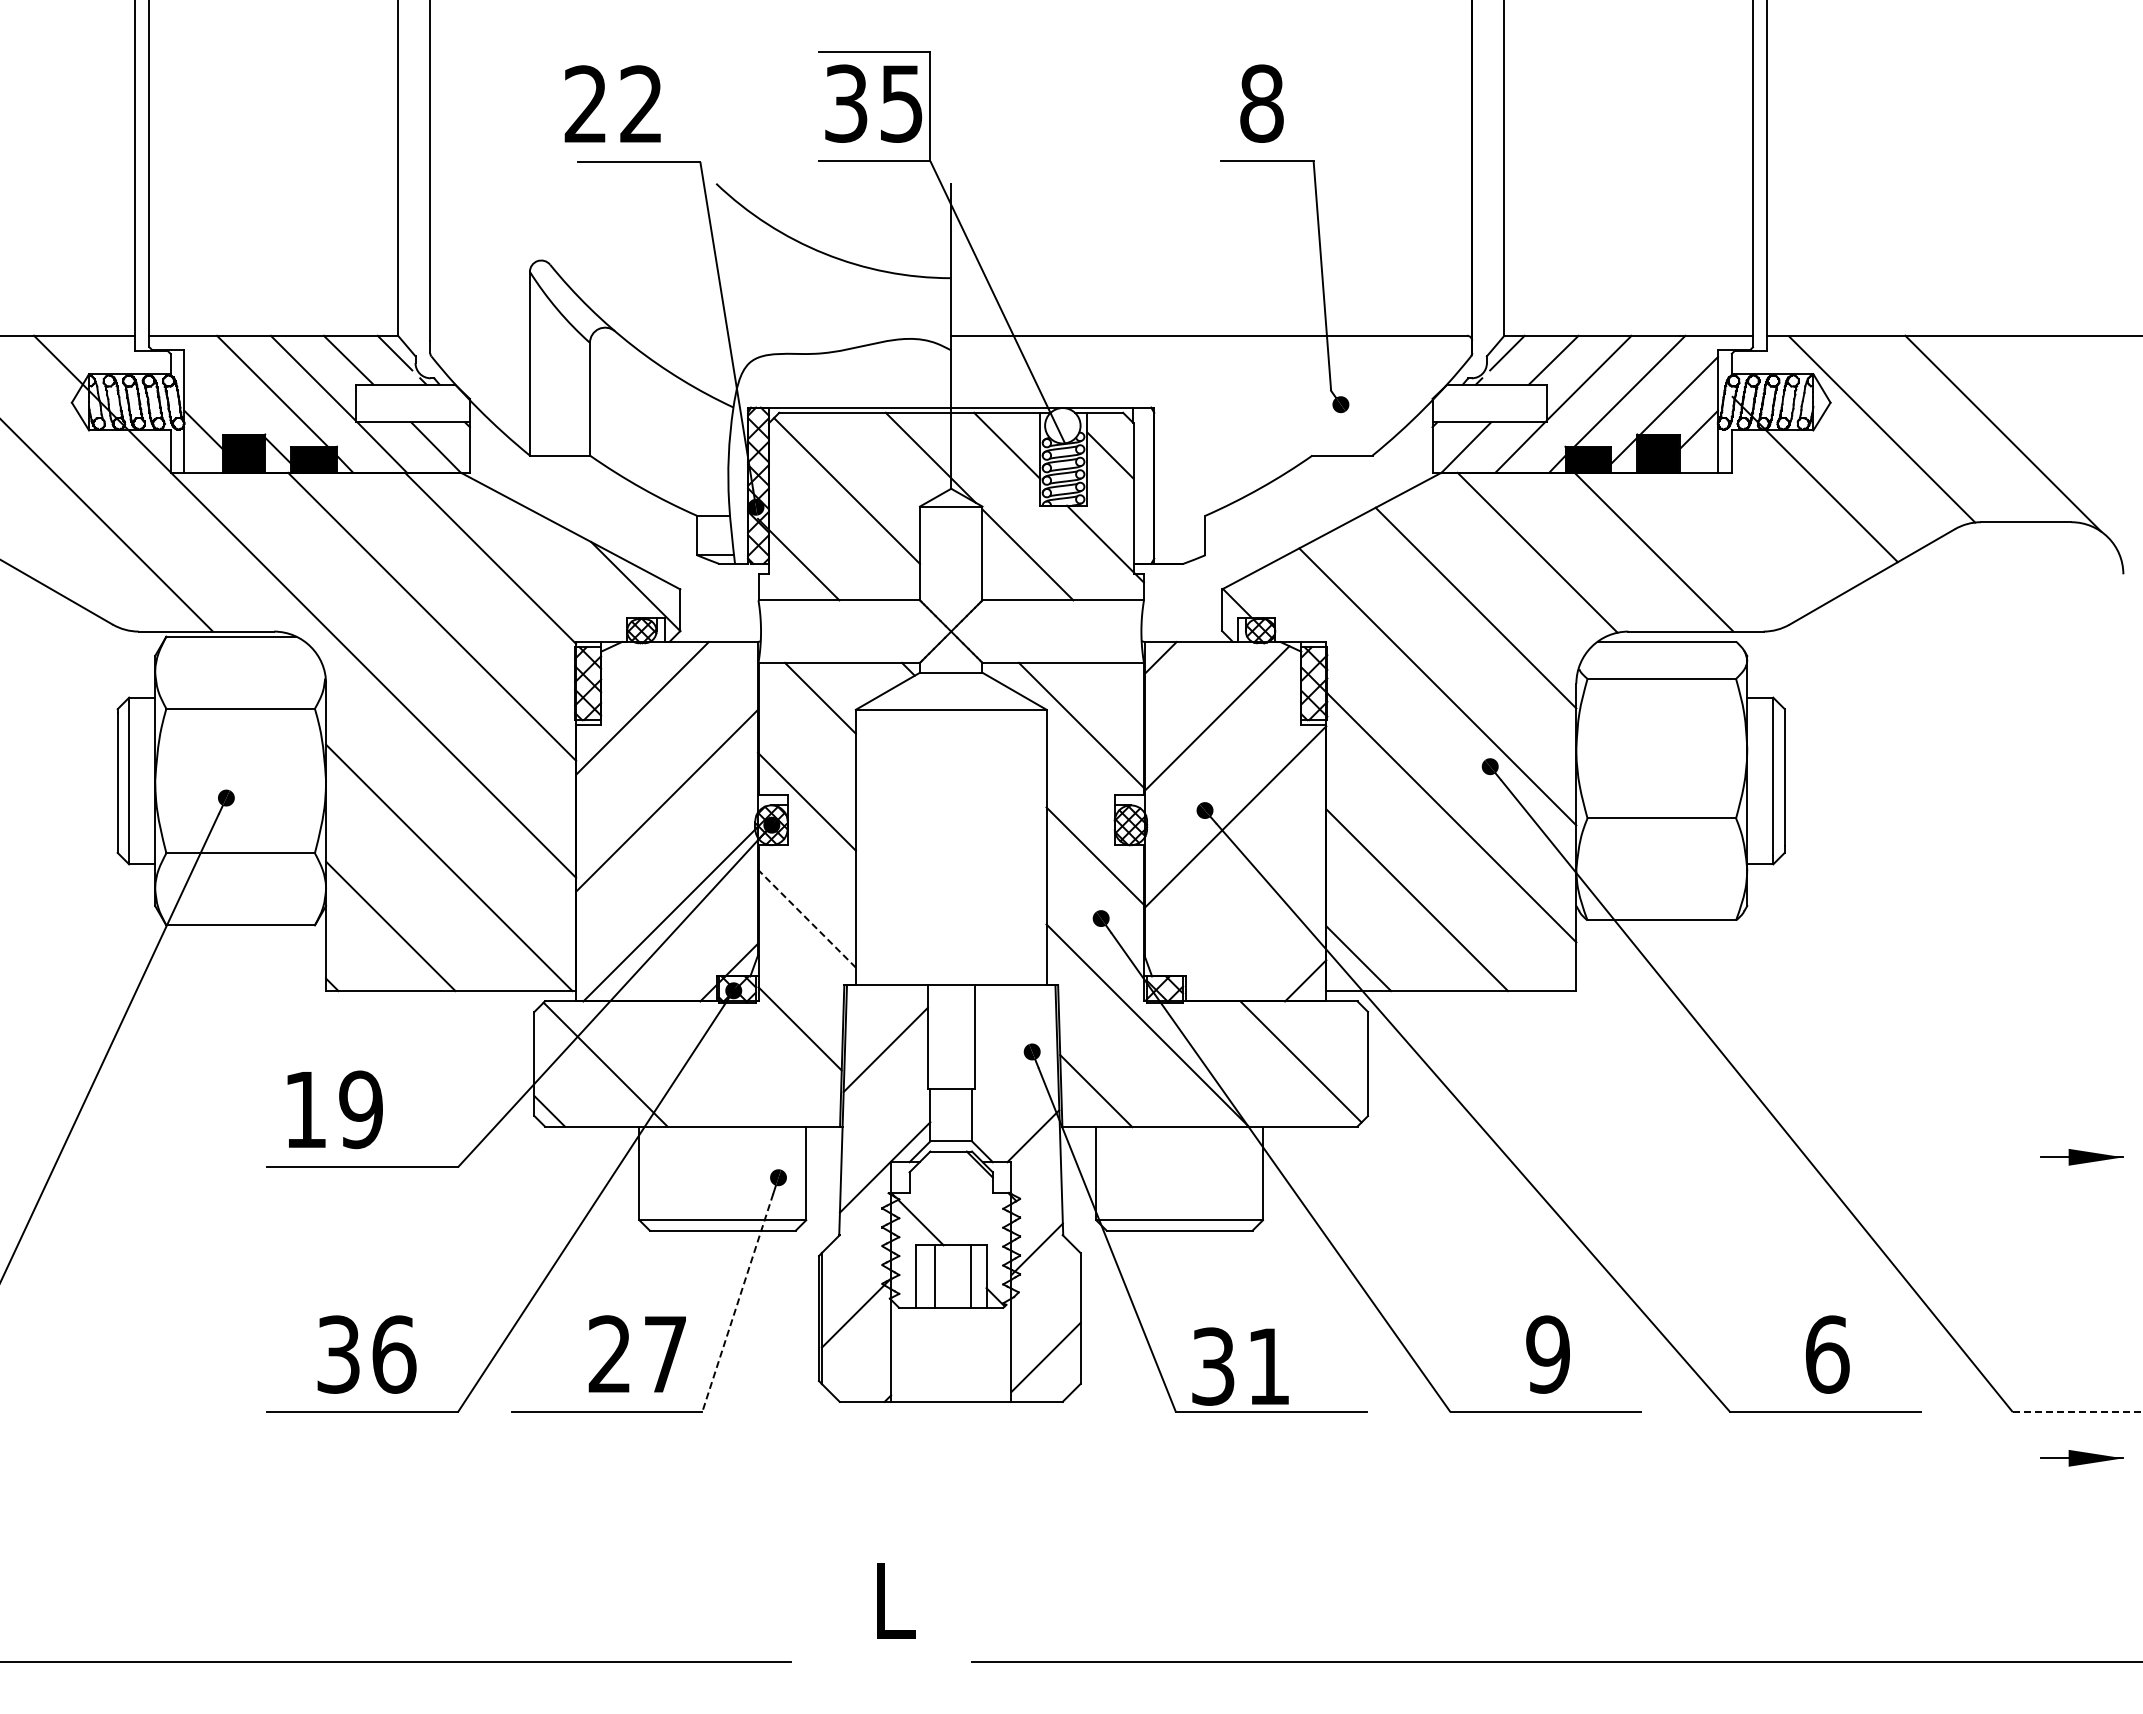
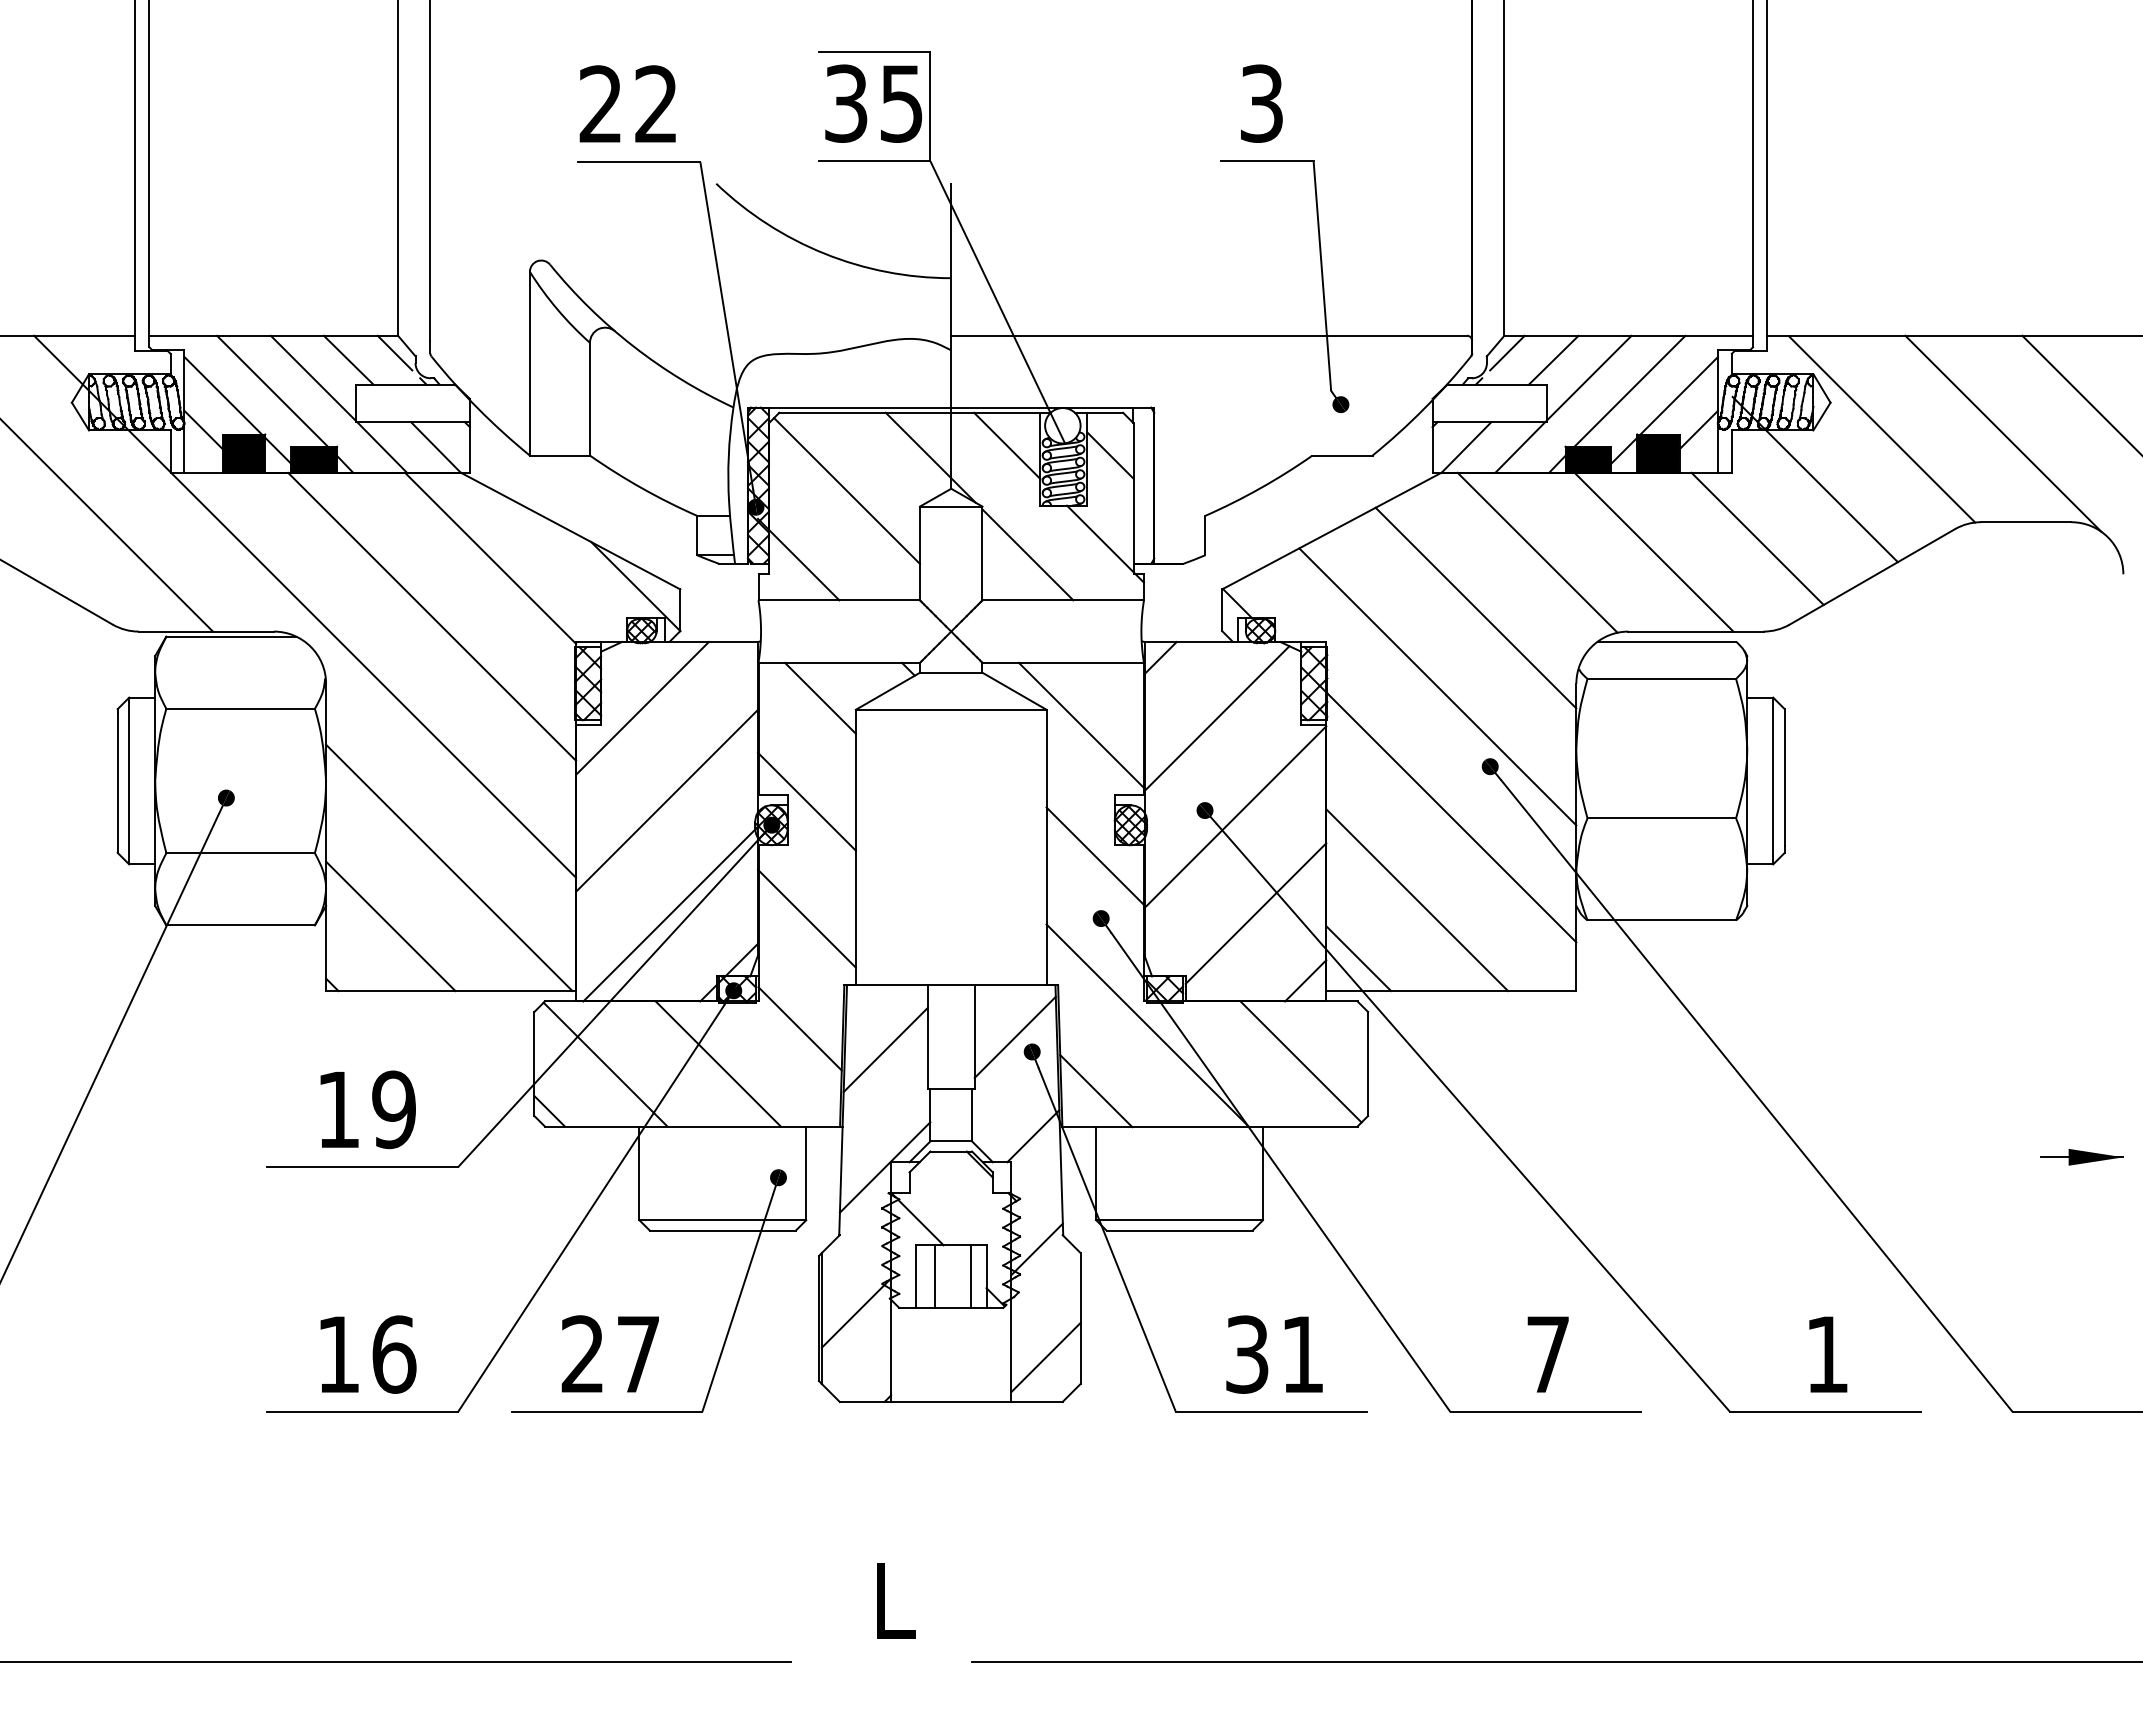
text at (612, 103) position: (612, 103) -> (627, 103)
text at (1261, 103): 8 -> 3
line at (2080, 394): none -> present
line at (222, 395): none -> present
line at (1757, 538): none -> present
line at (1255, 913): none -> present
line at (806, 918): dashed -> solid
line at (1014, 1036): none -> present
line at (717, 1063): none -> present
text at (334, 1109) position: (334, 1109) -> (367, 1109)
line at (737, 1302): dashed -> solid
text at (636, 1353) position: (636, 1353) -> (609, 1353)
text at (338, 1354): 36 -> 16
text at (1547, 1354): 9 -> 7
text at (1827, 1354): 6 -> 1
text at (1240, 1366) position: (1240, 1366) -> (1274, 1354)
line at (2077, 1412): dashed -> solid
part at (2081, 1458): present -> none
